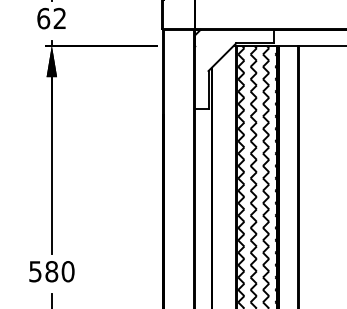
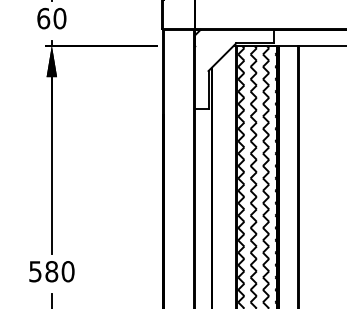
text at (59, 18): 62 -> 60
